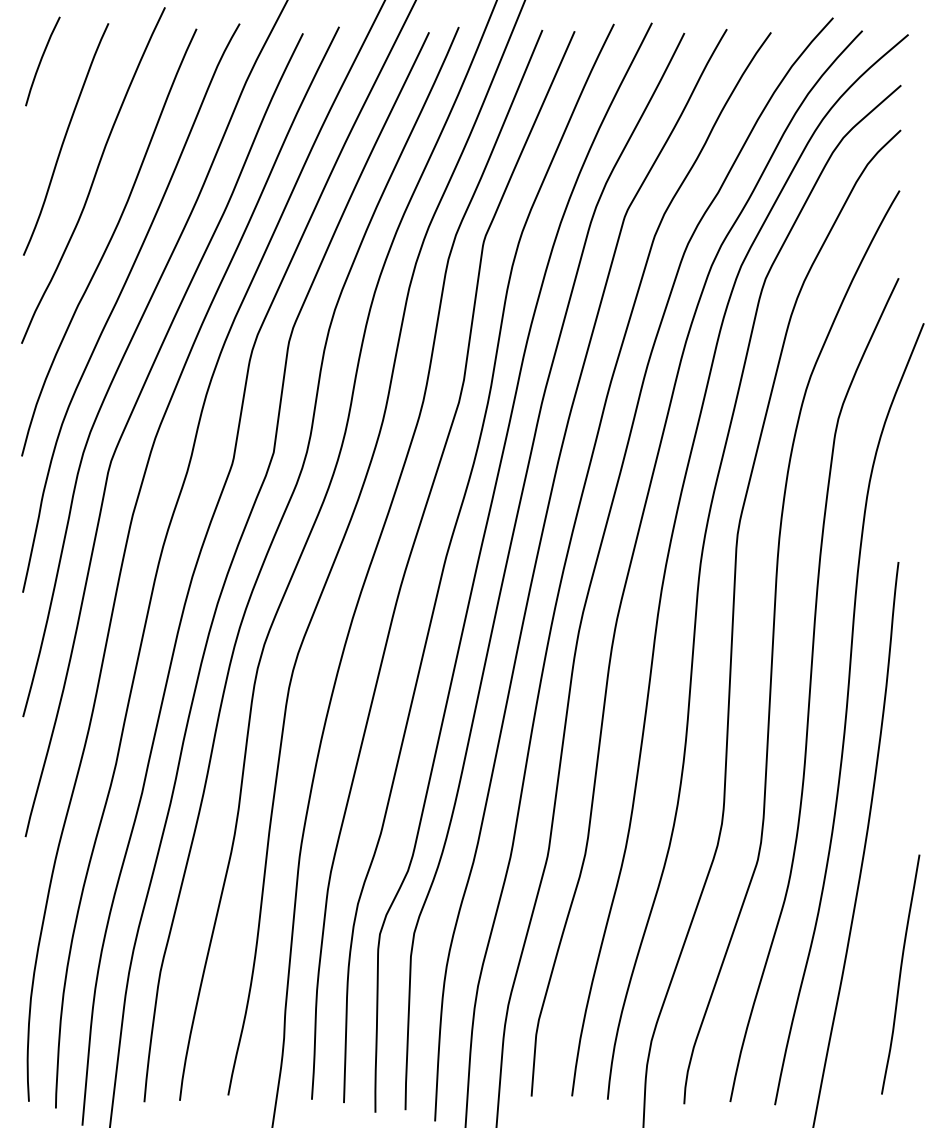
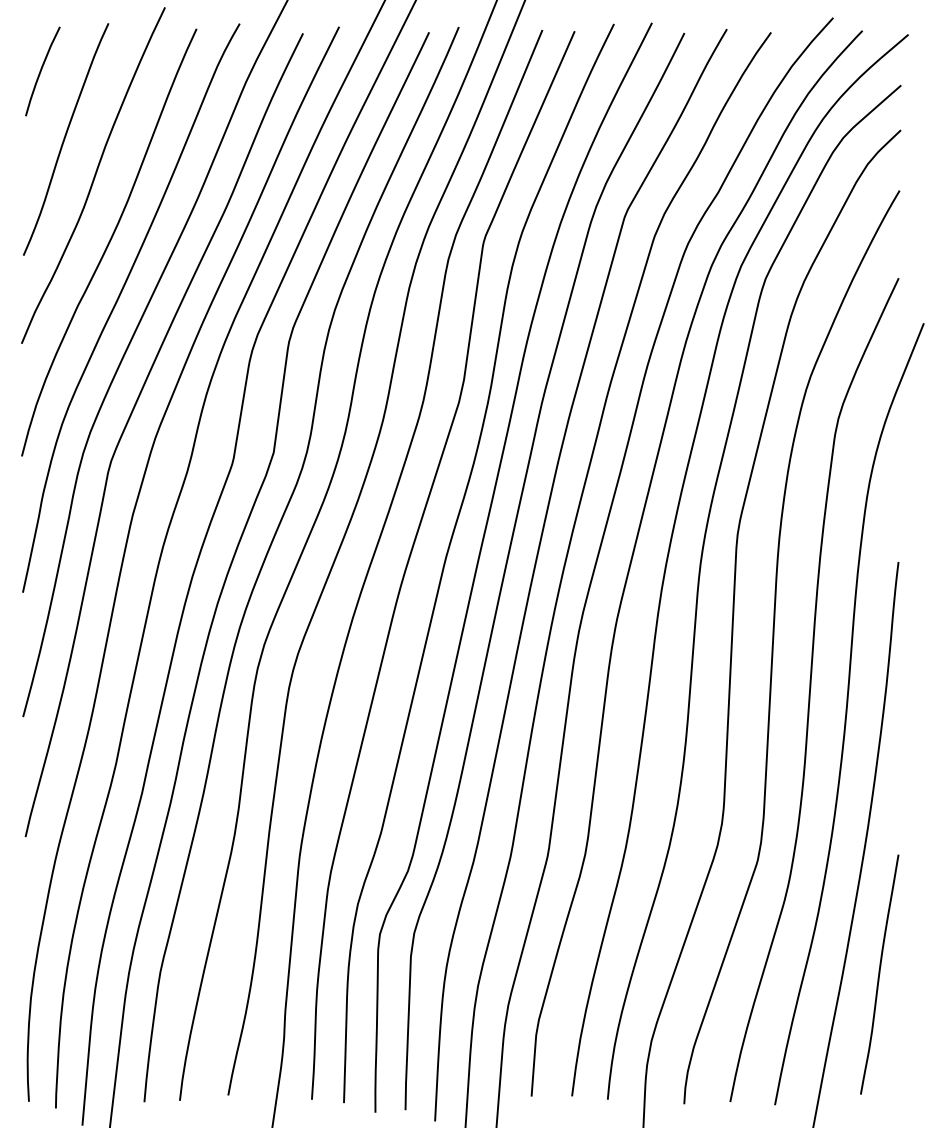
curve at (41, 61) position: (41, 61) -> (41, 71)
curve at (900, 974) position: (900, 974) -> (879, 974)
